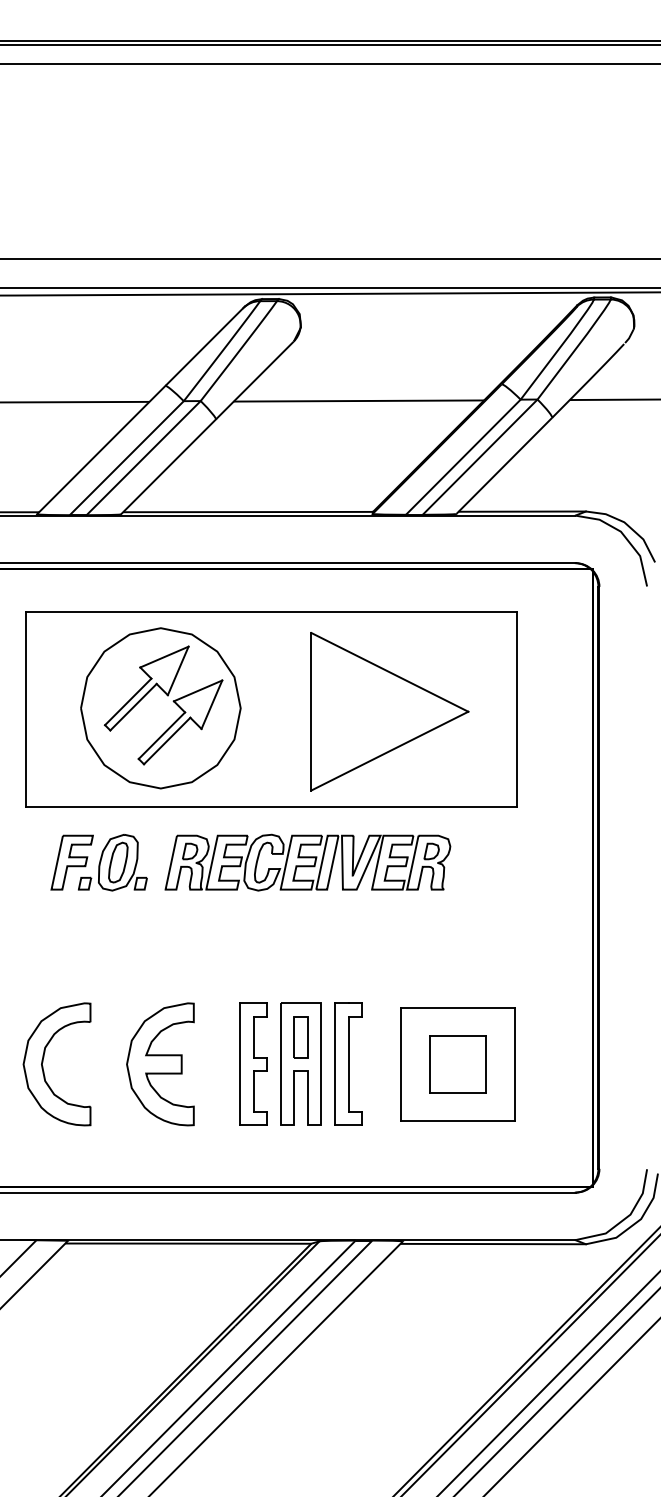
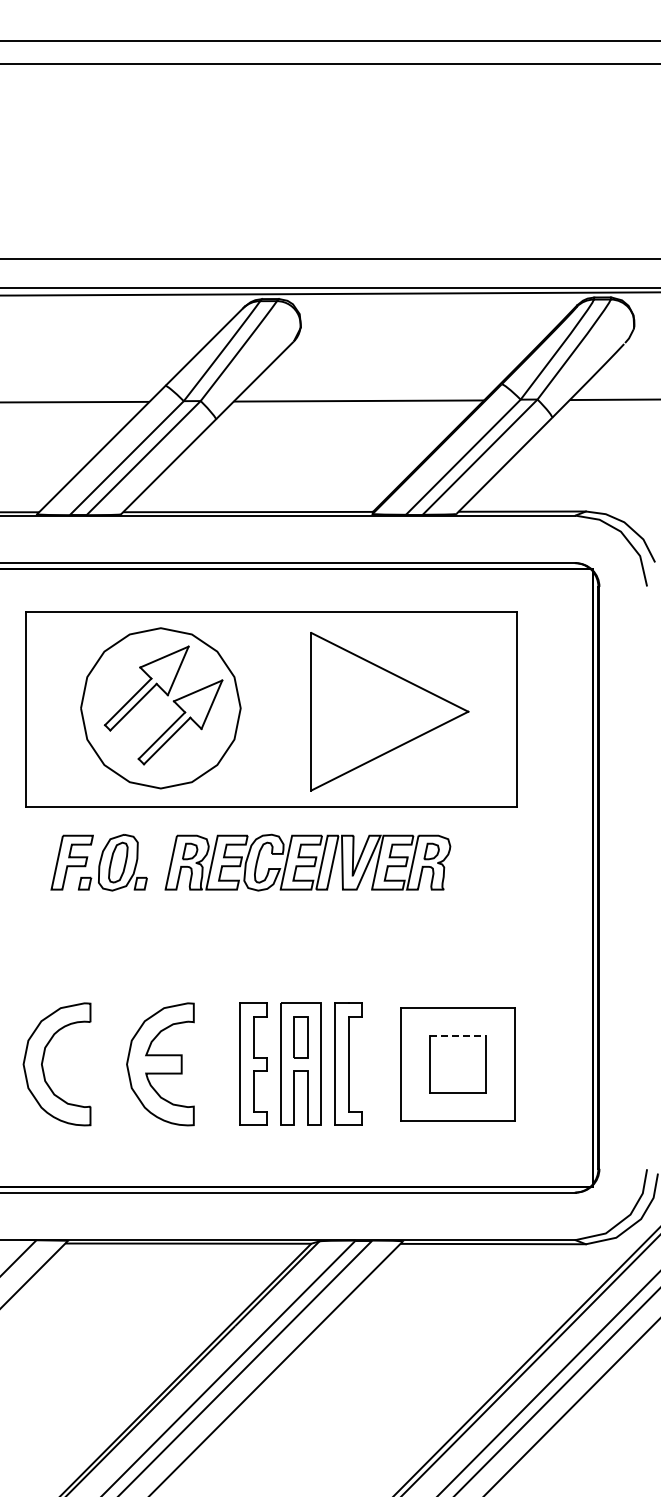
line at (329, 44): present -> none
line at (458, 1035): solid -> dashed
